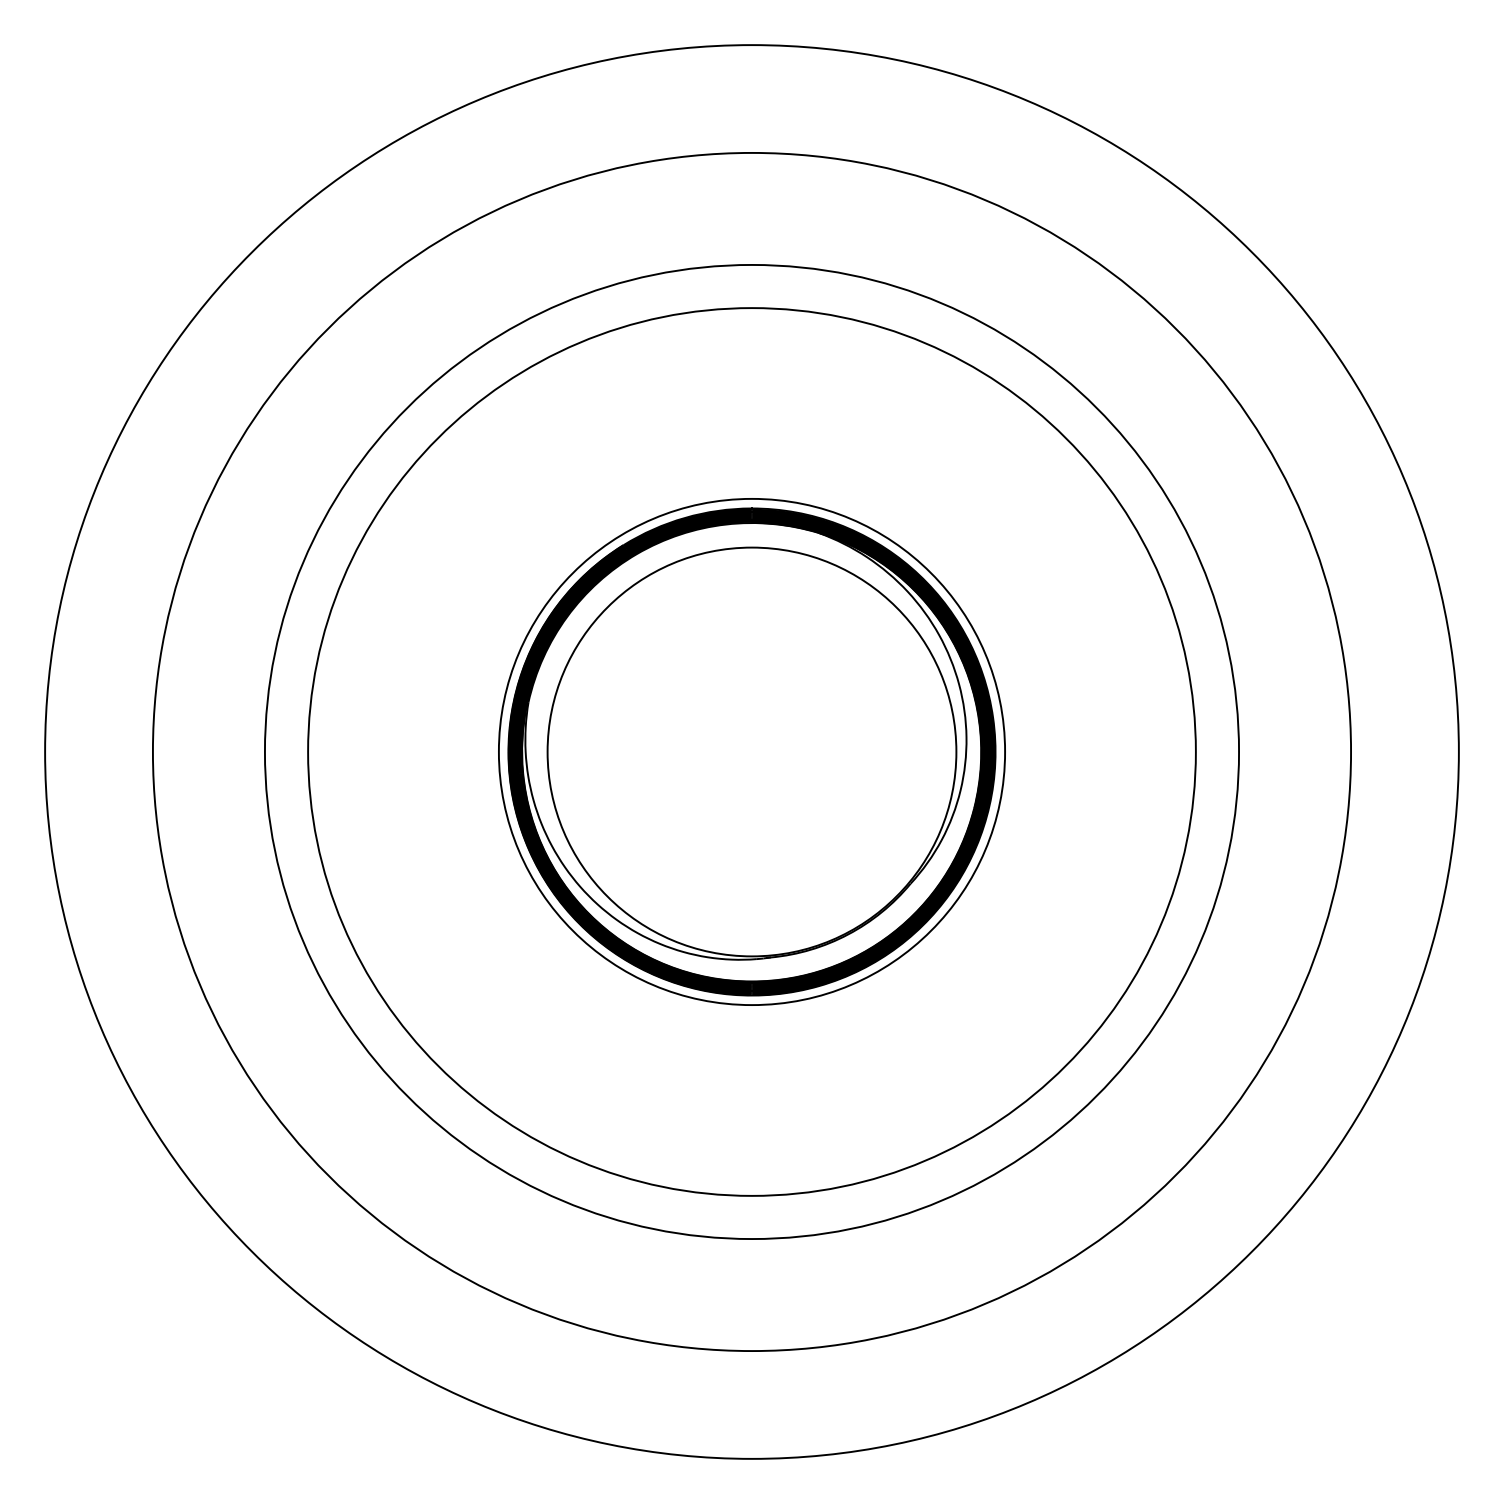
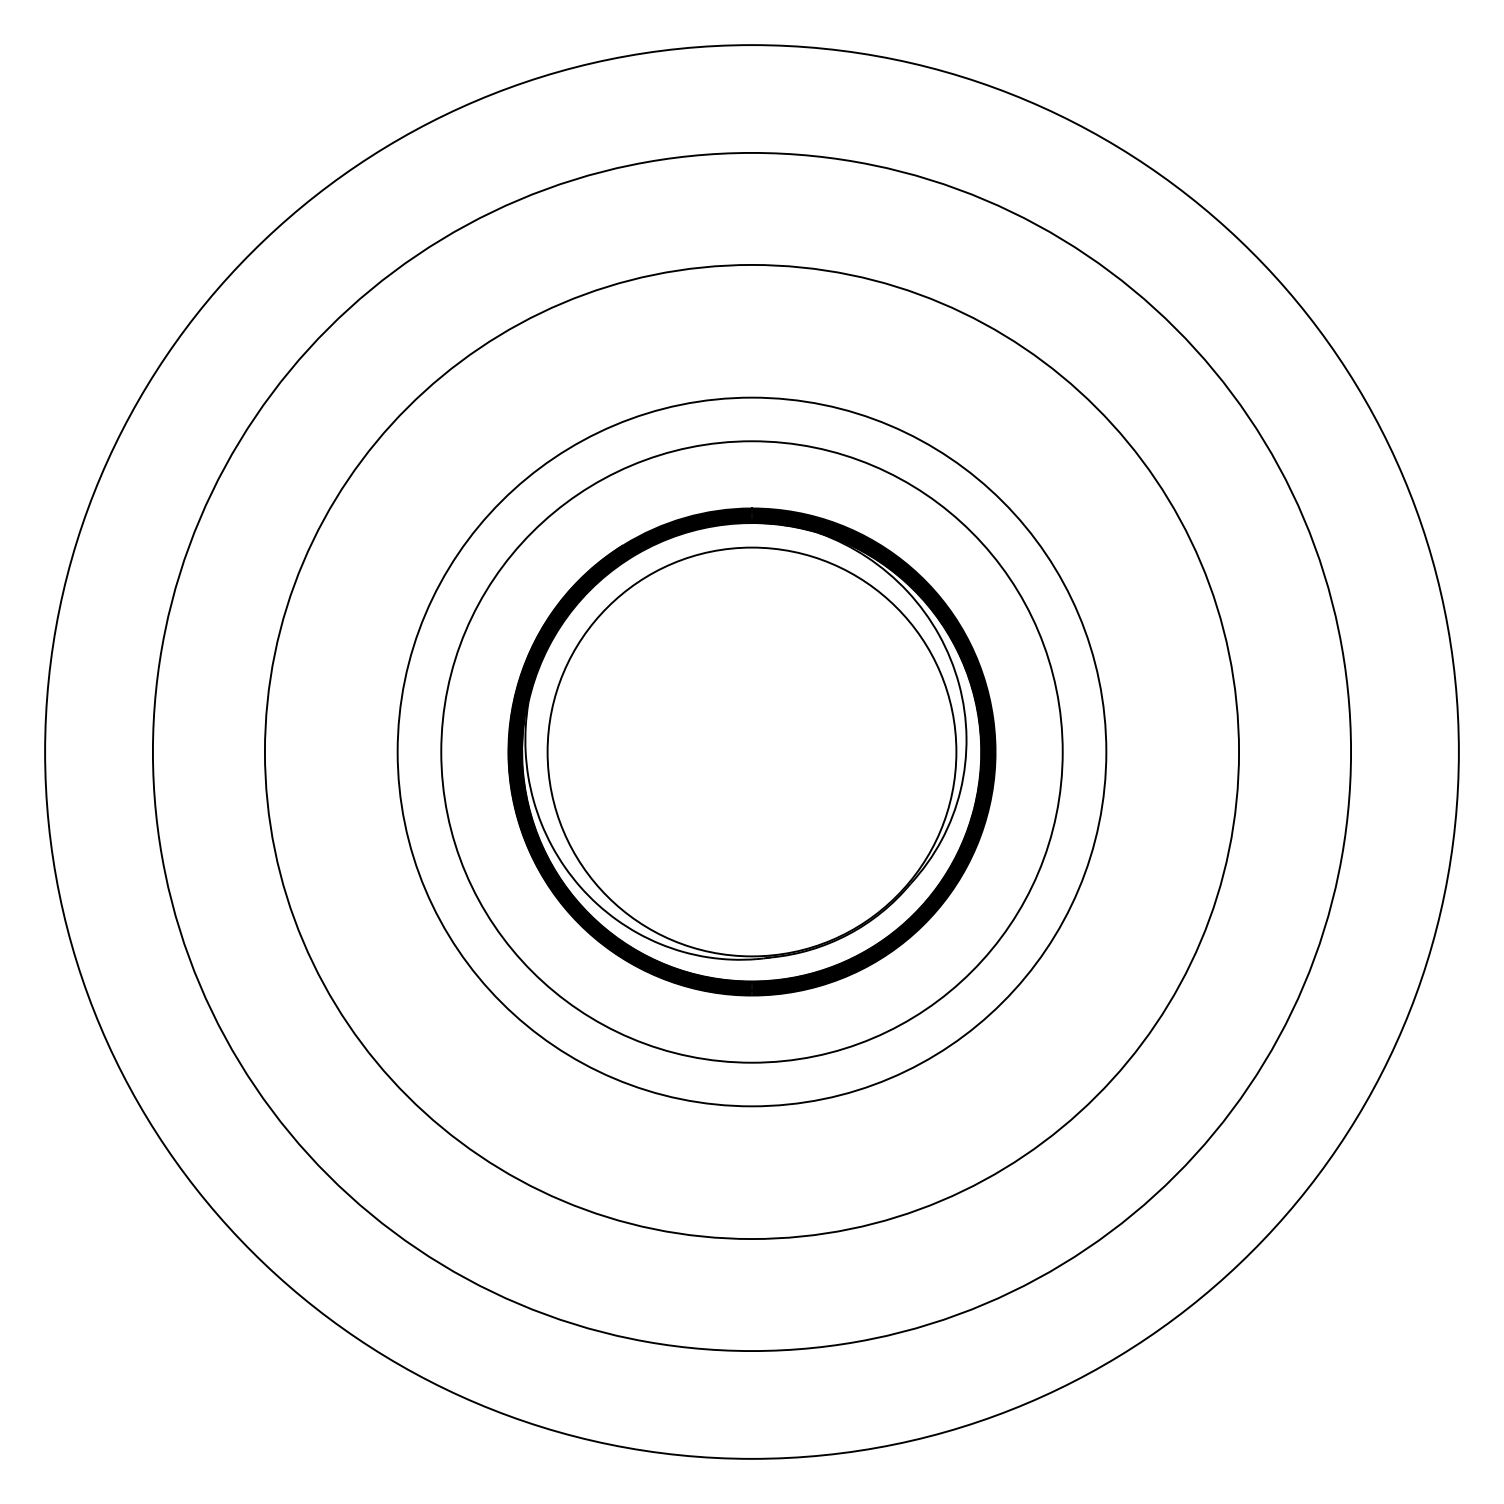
circle at (751, 751) diameter: 506 px -> 709 px
circle at (751, 751) diameter: 888 px -> 621 px
